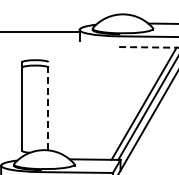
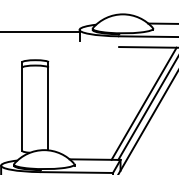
line at (148, 47): dashed -> solid
line at (48, 105): dashed -> solid
